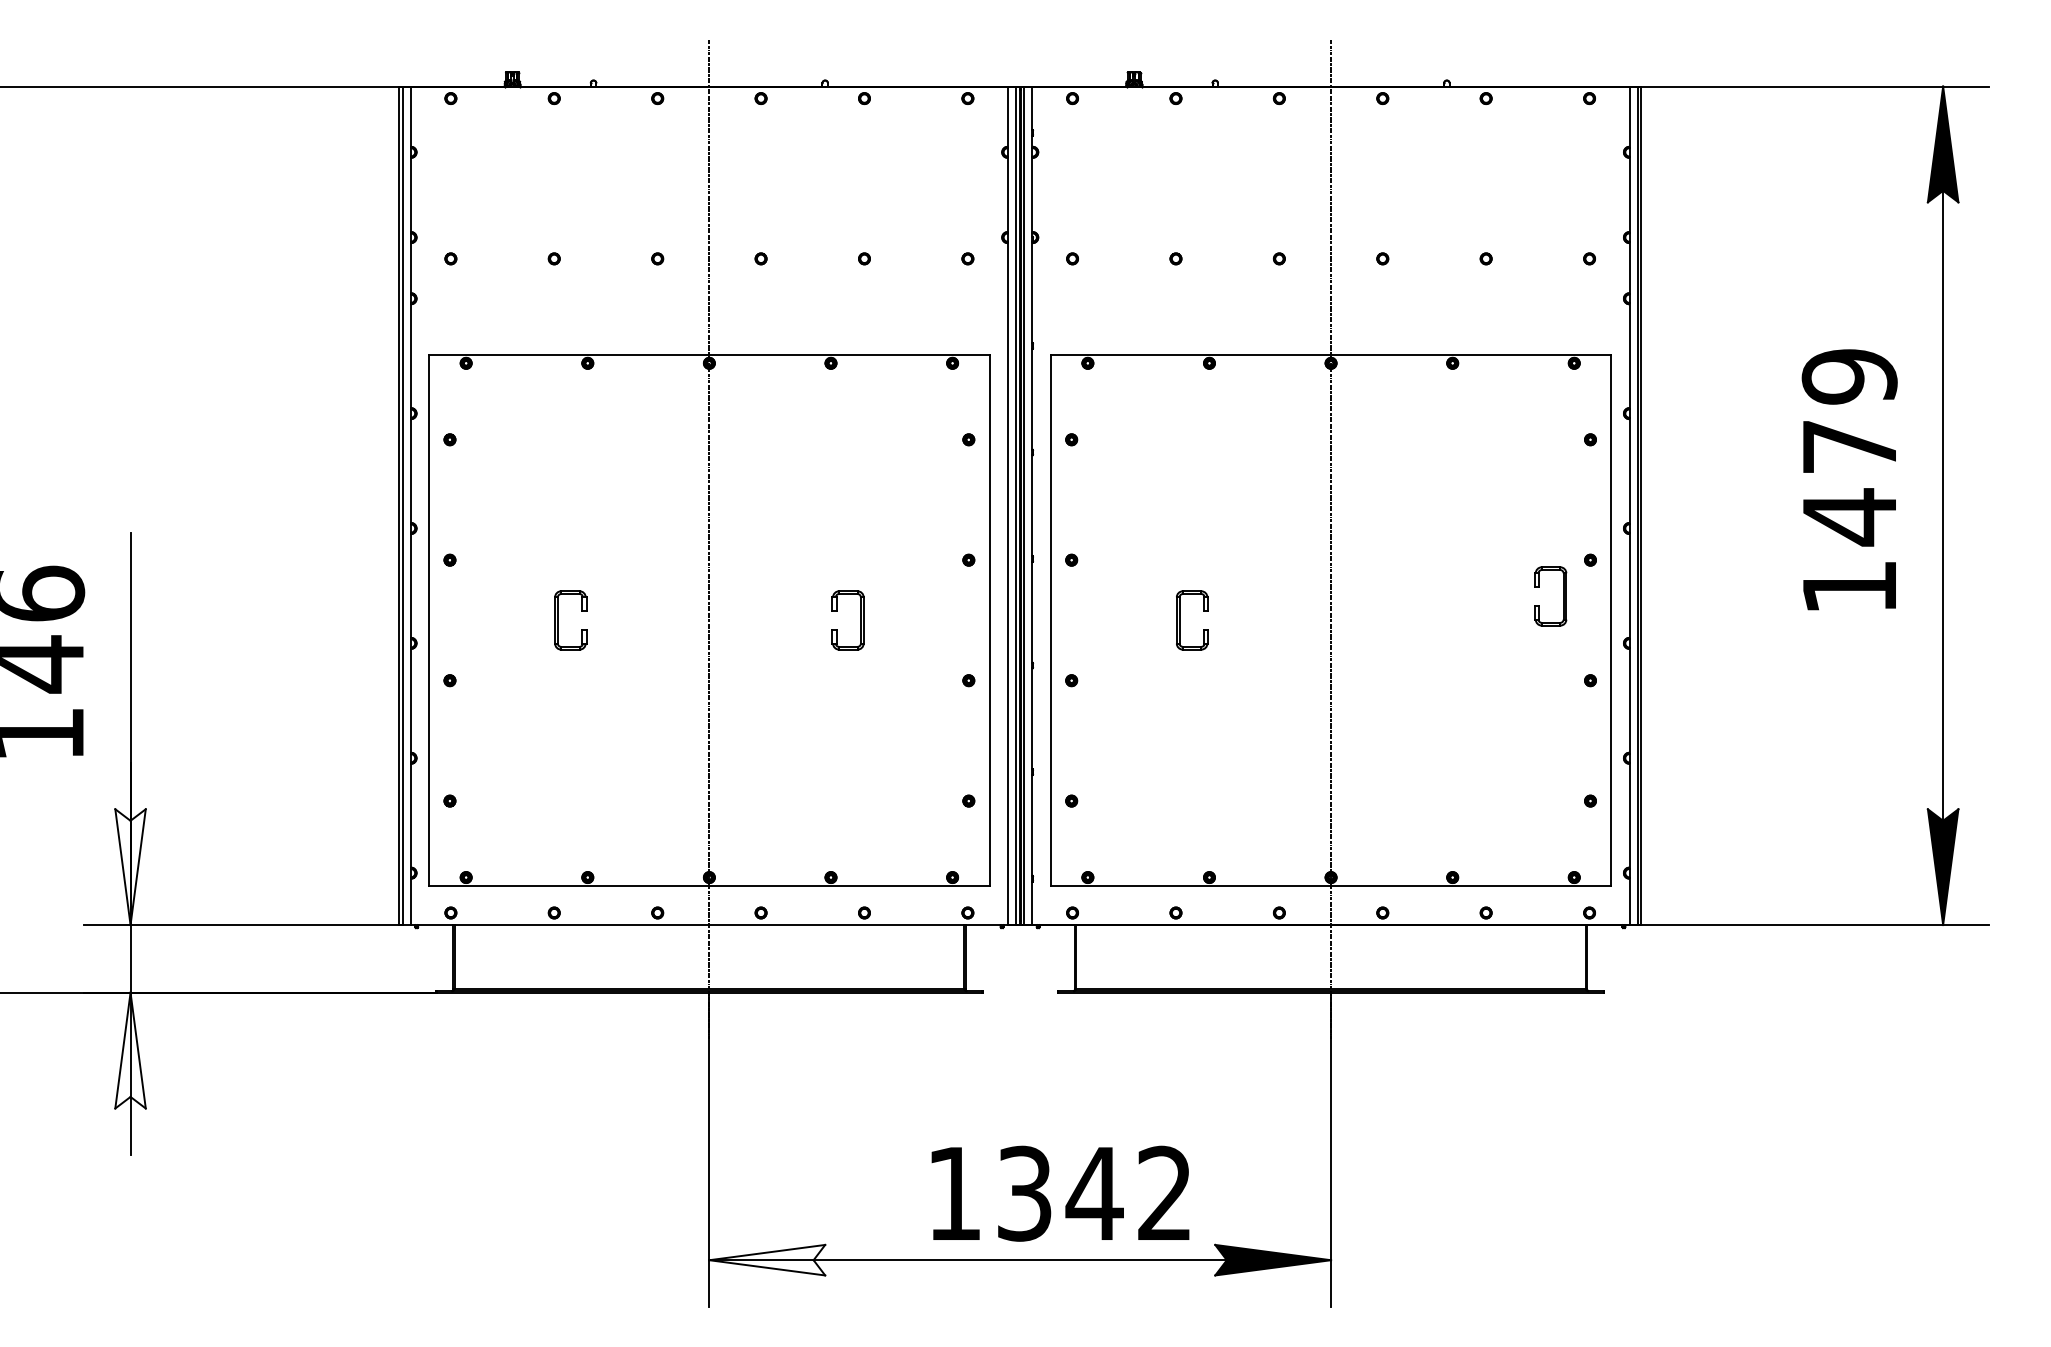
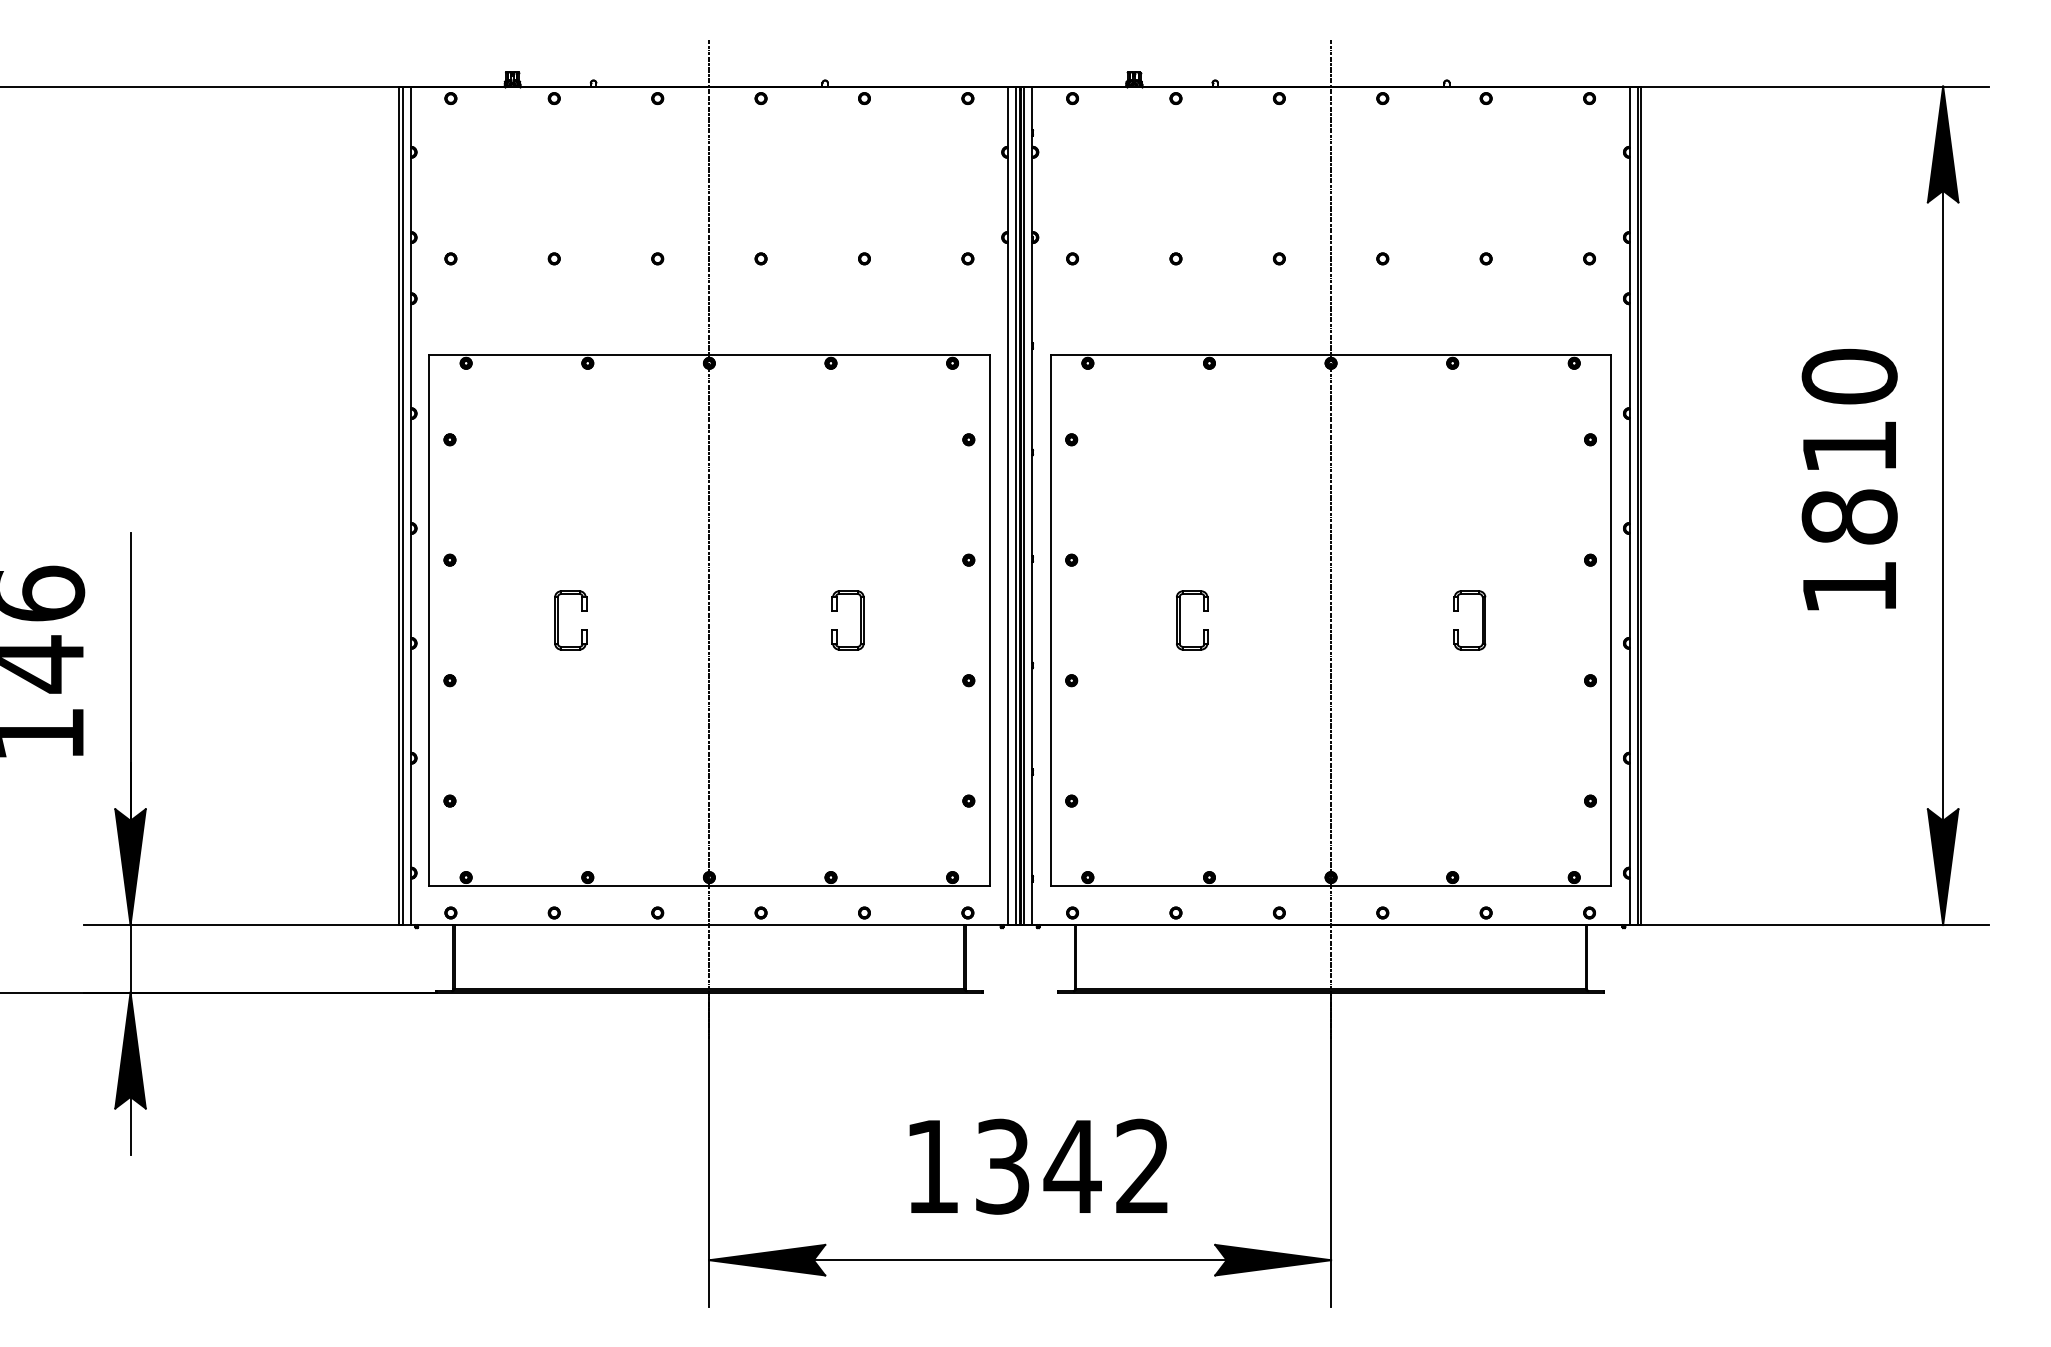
text at (1849, 447): 1479 -> 1810
part at (1563, 596) position: (1563, 596) -> (1482, 620)
fill at (130, 867): none -> present
fill at (130, 1050): none -> present
text at (1060, 1193) position: (1060, 1193) -> (1038, 1166)
fill at (767, 1259): none -> present
